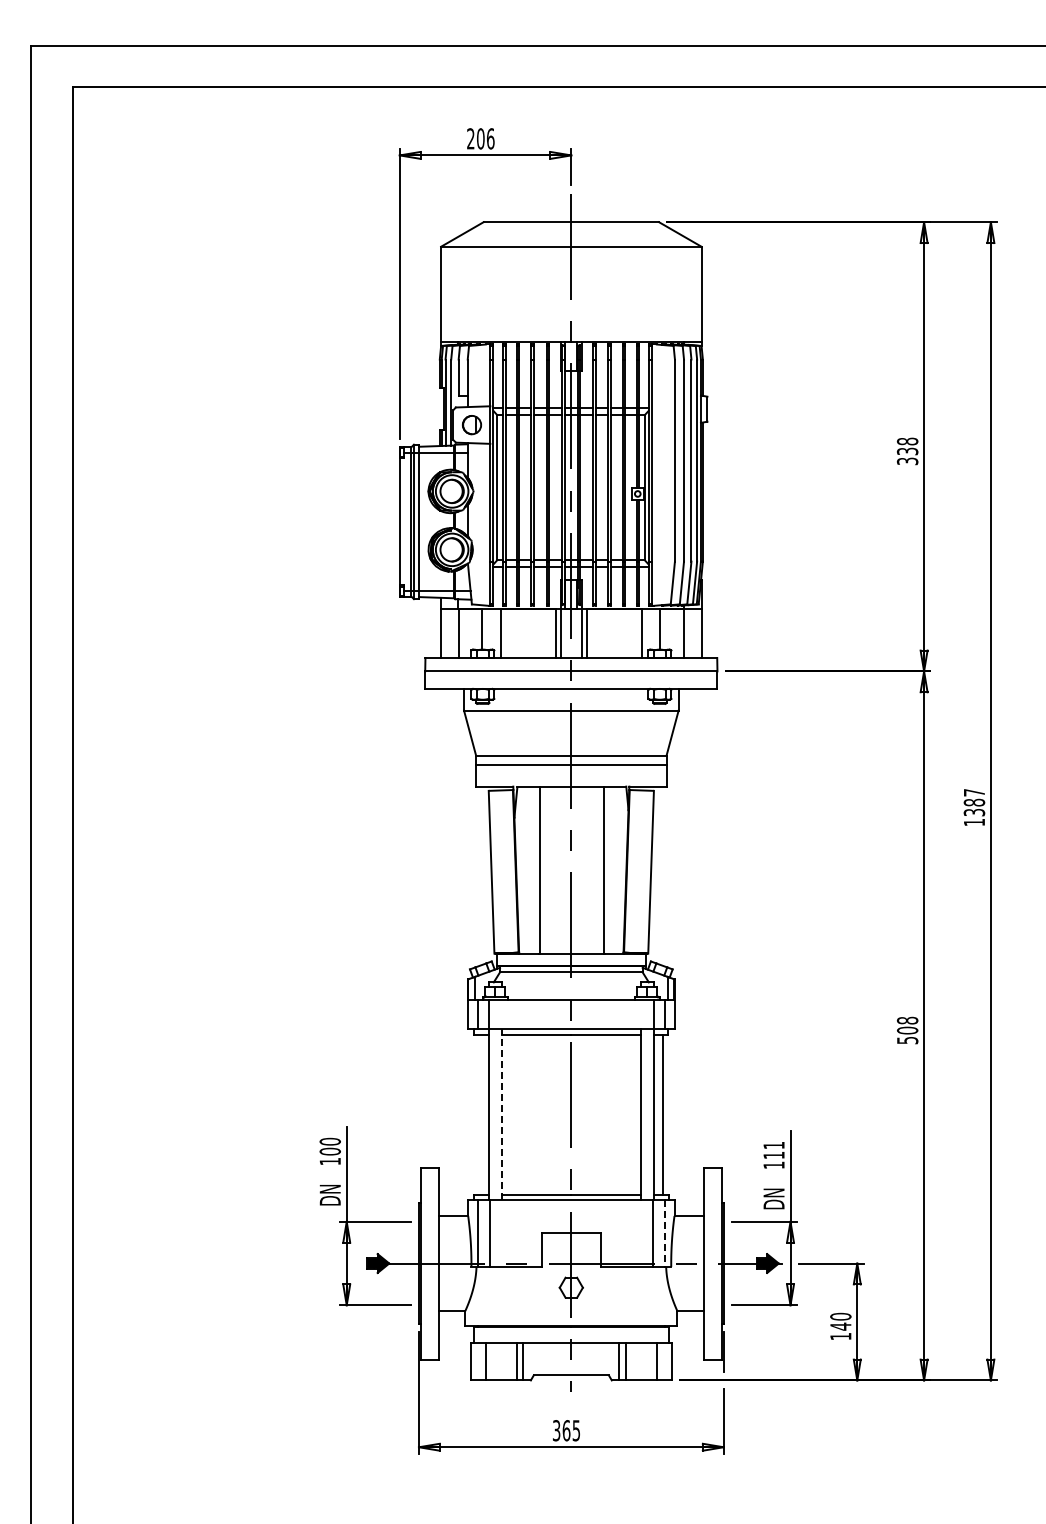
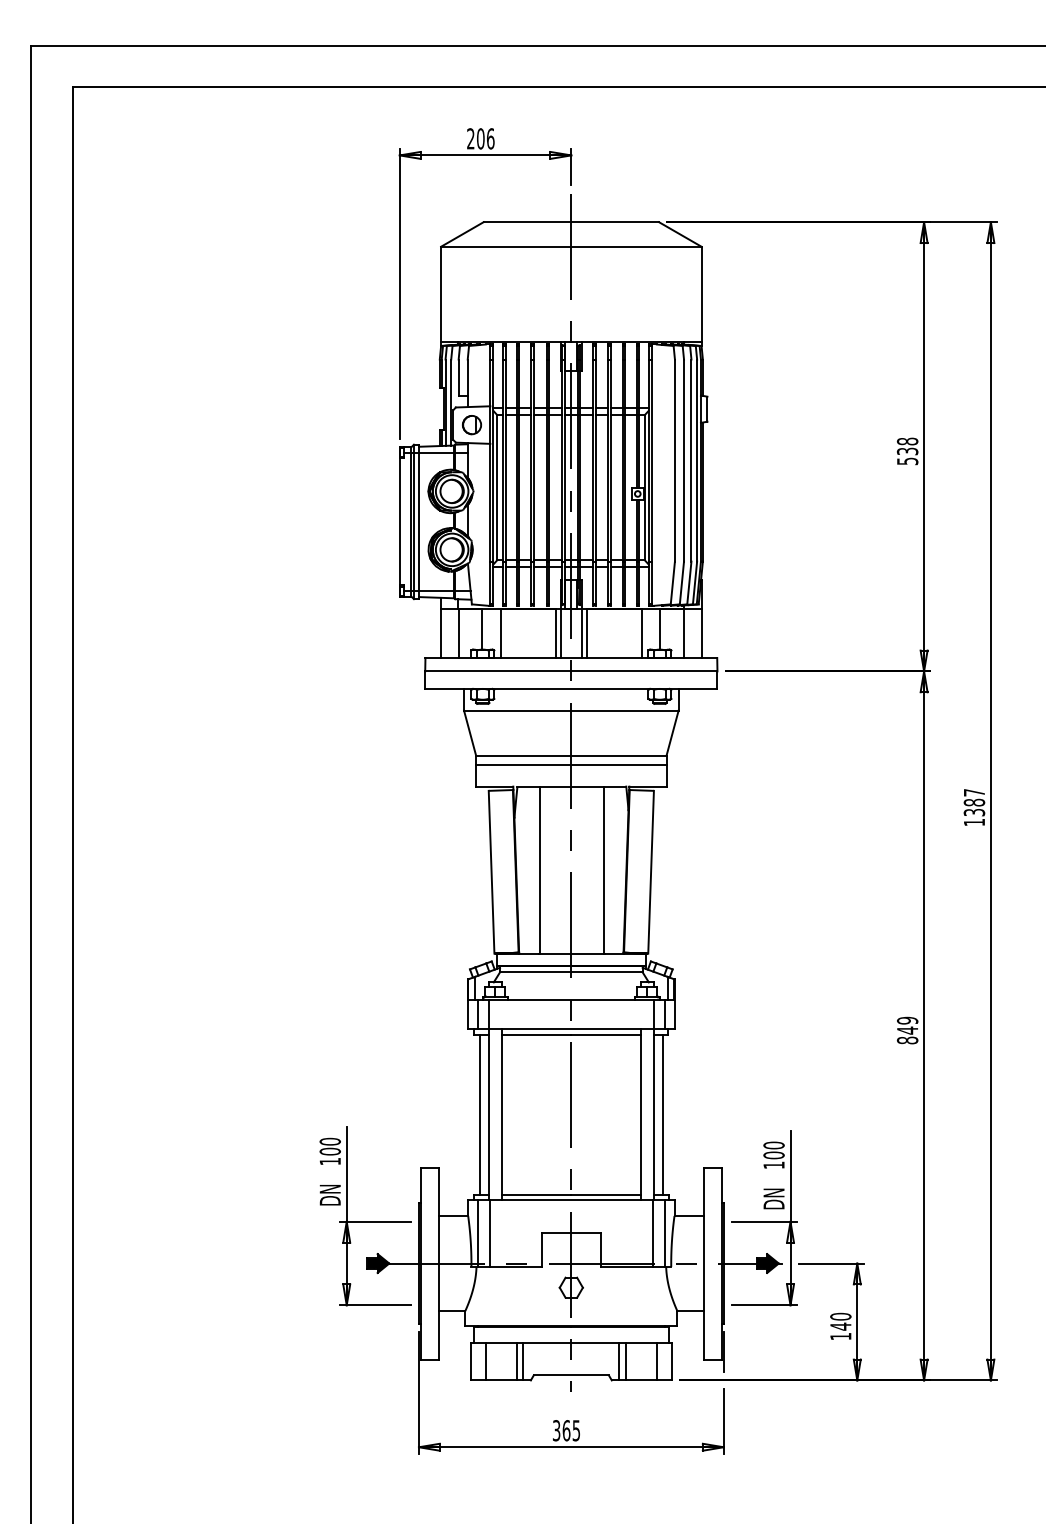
text at (906, 460): 338 -> 538
text at (907, 1030): 508 -> 849
line at (479, 1114): none -> present
line at (502, 1114): dashed -> solid
text at (773, 1150): 111 -> 100
line at (664, 1233): dashed -> solid
